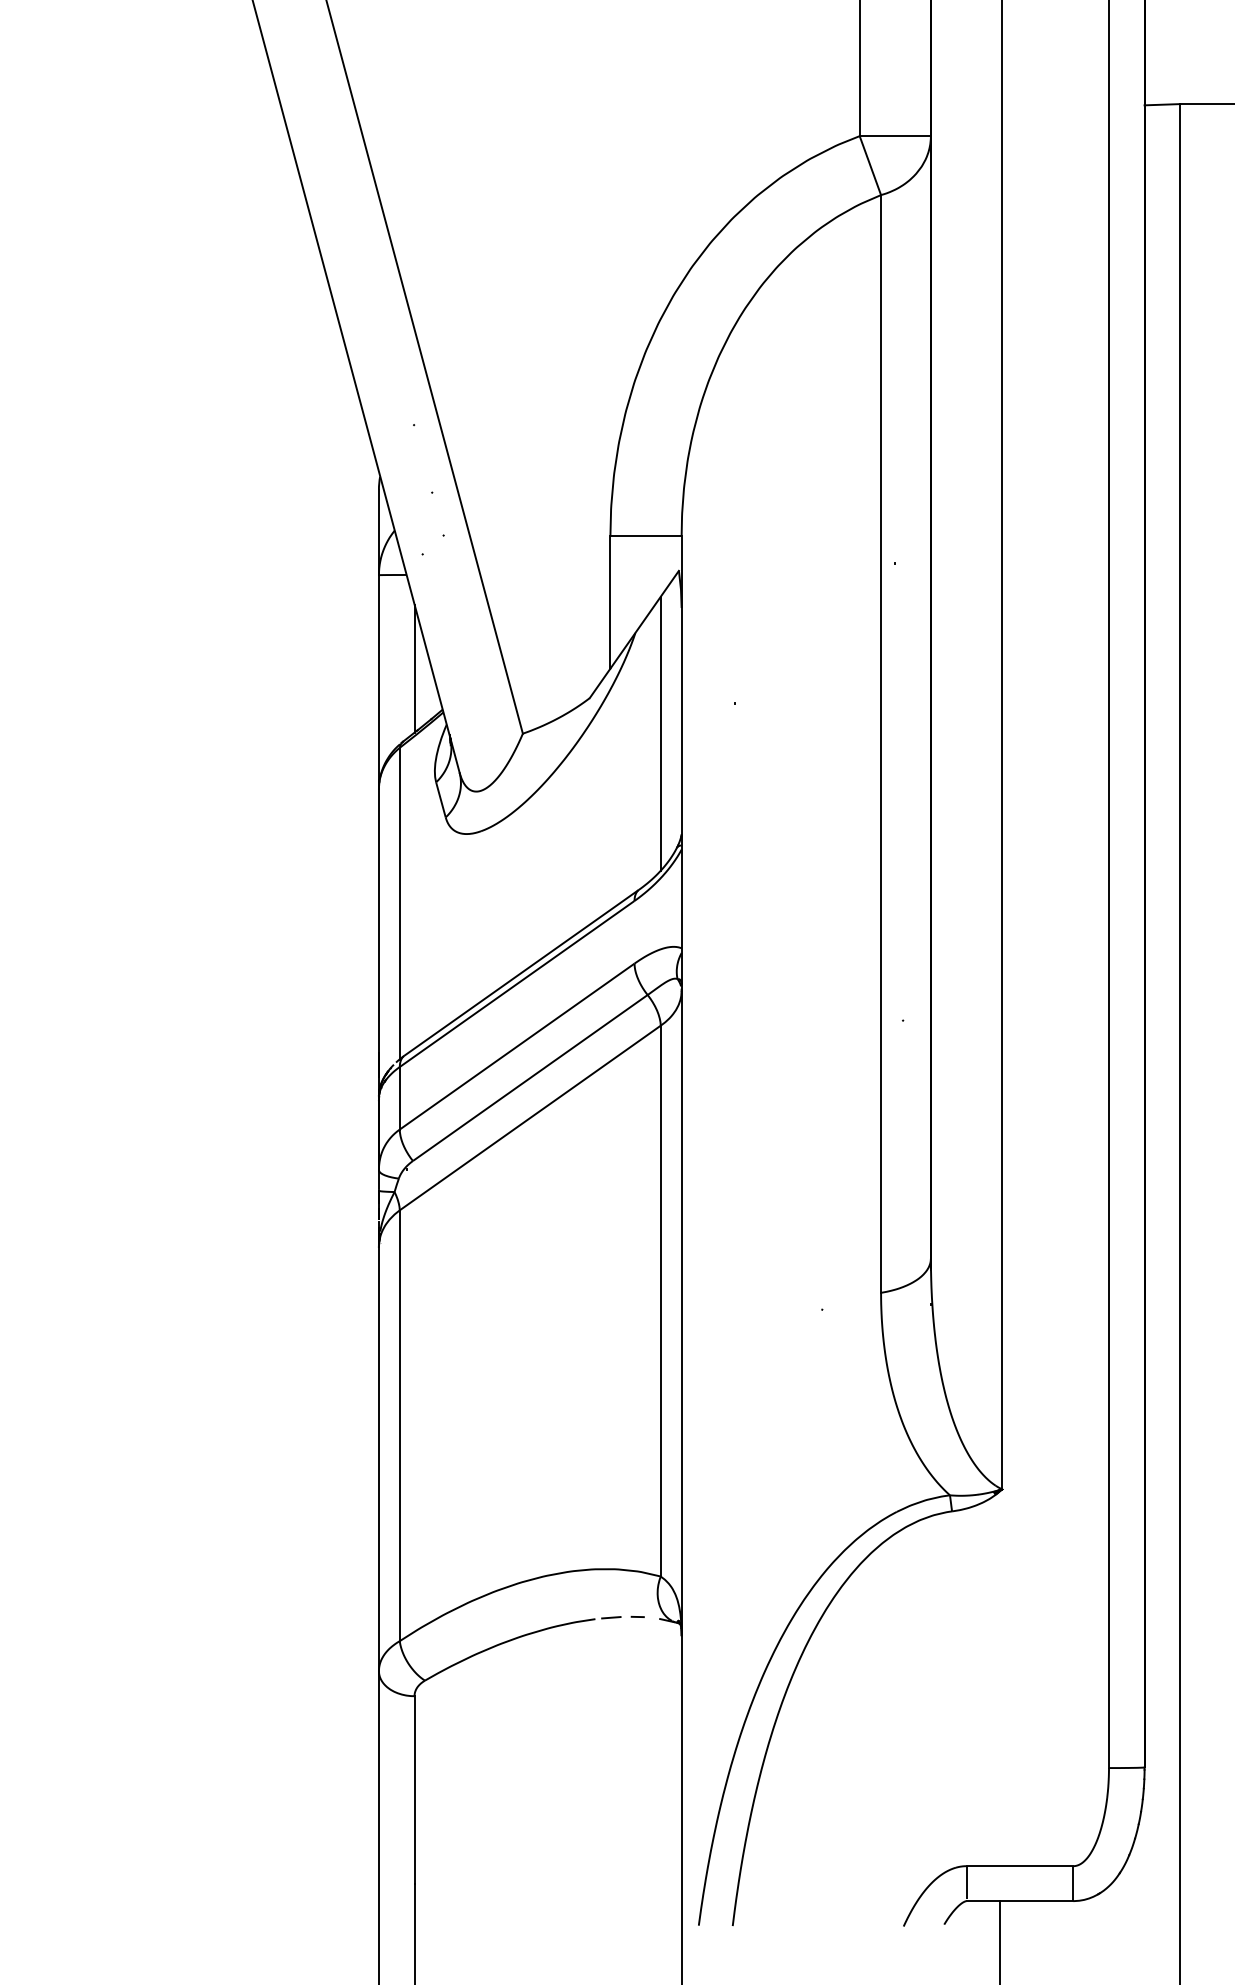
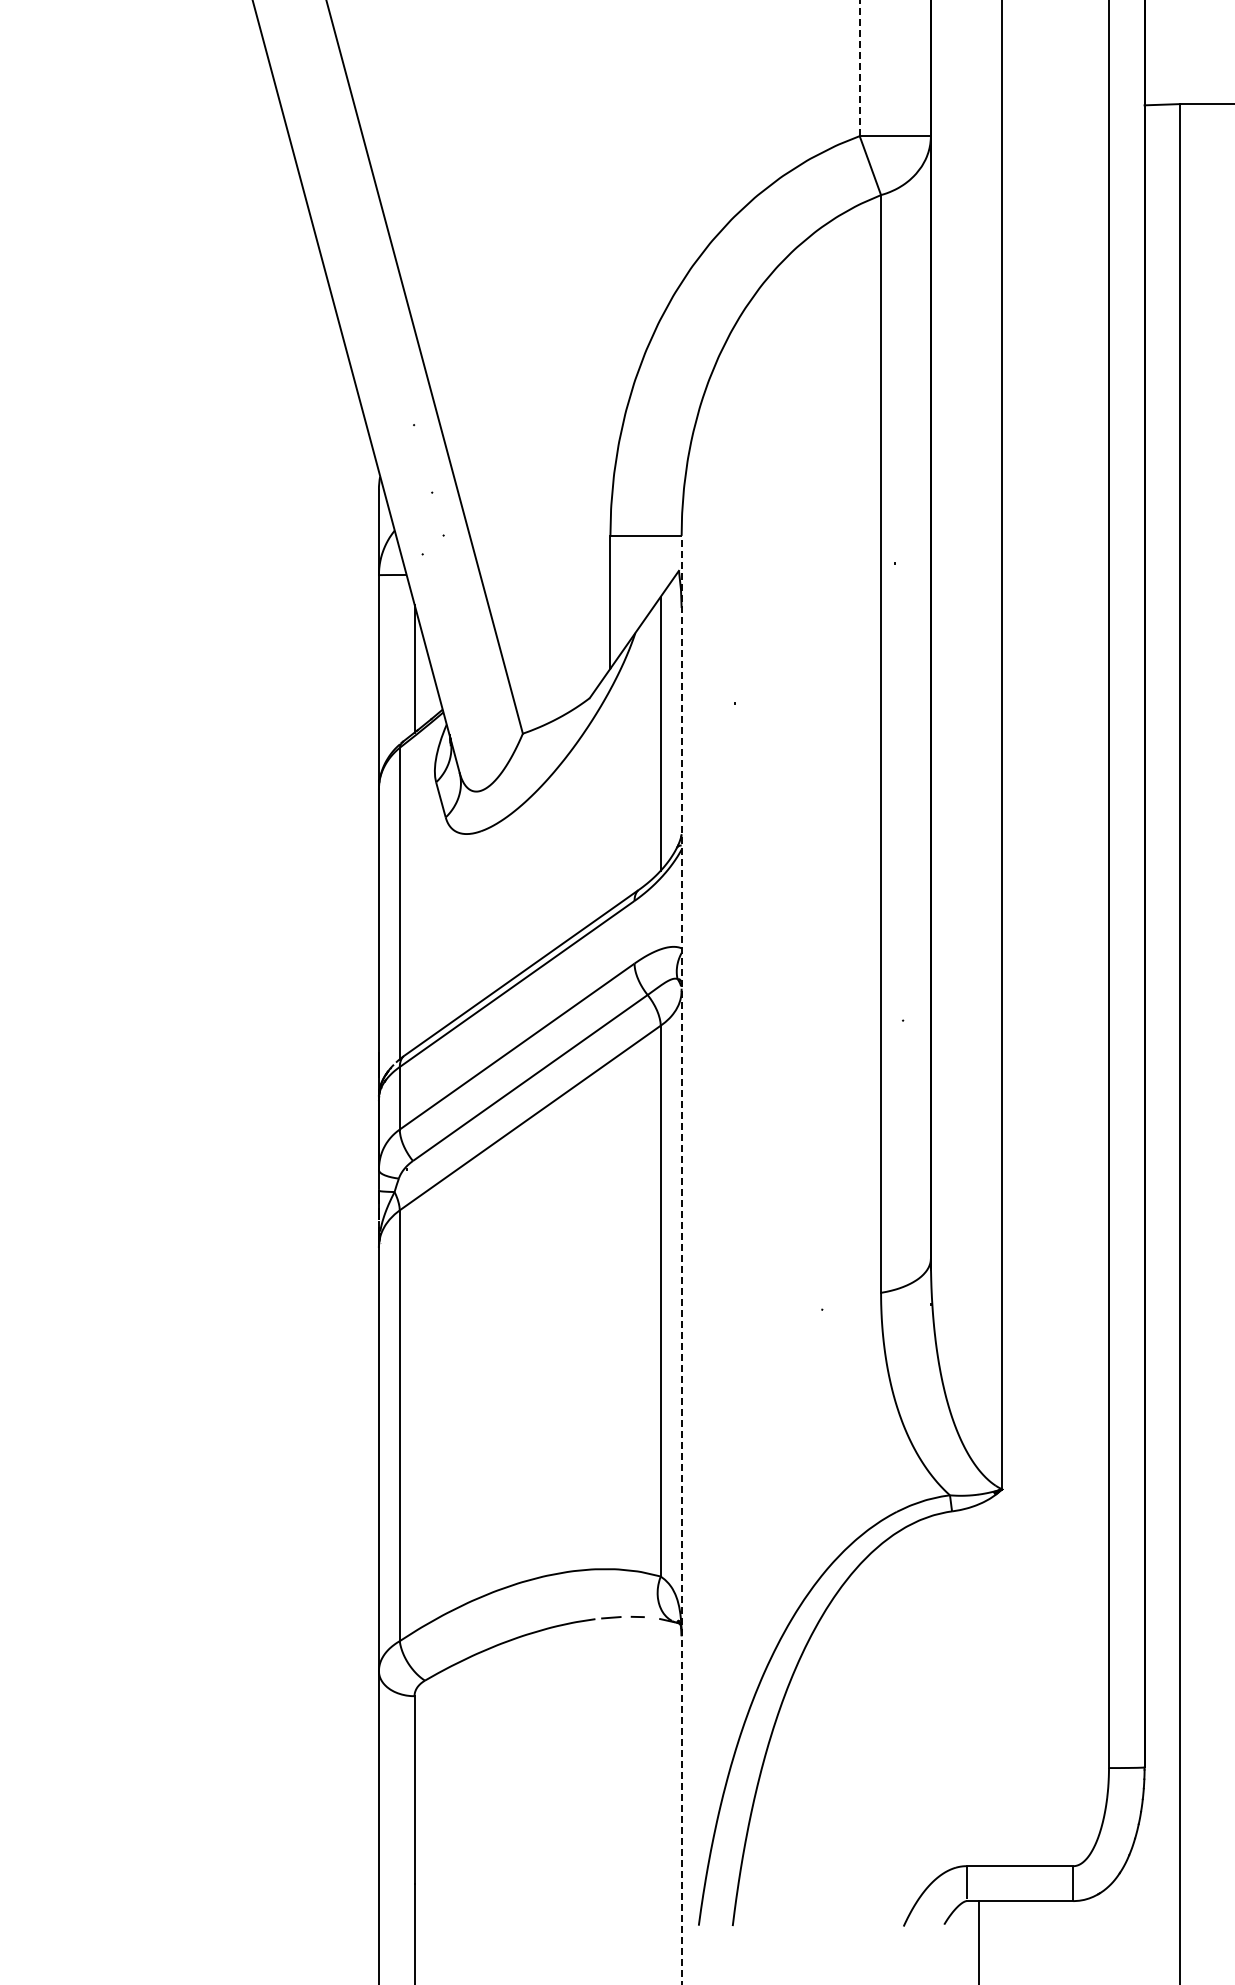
line at (859, 68): solid -> dashed
line at (681, 1259): solid -> dashed
line at (999, 1941) position: (999, 1941) -> (978, 1941)
